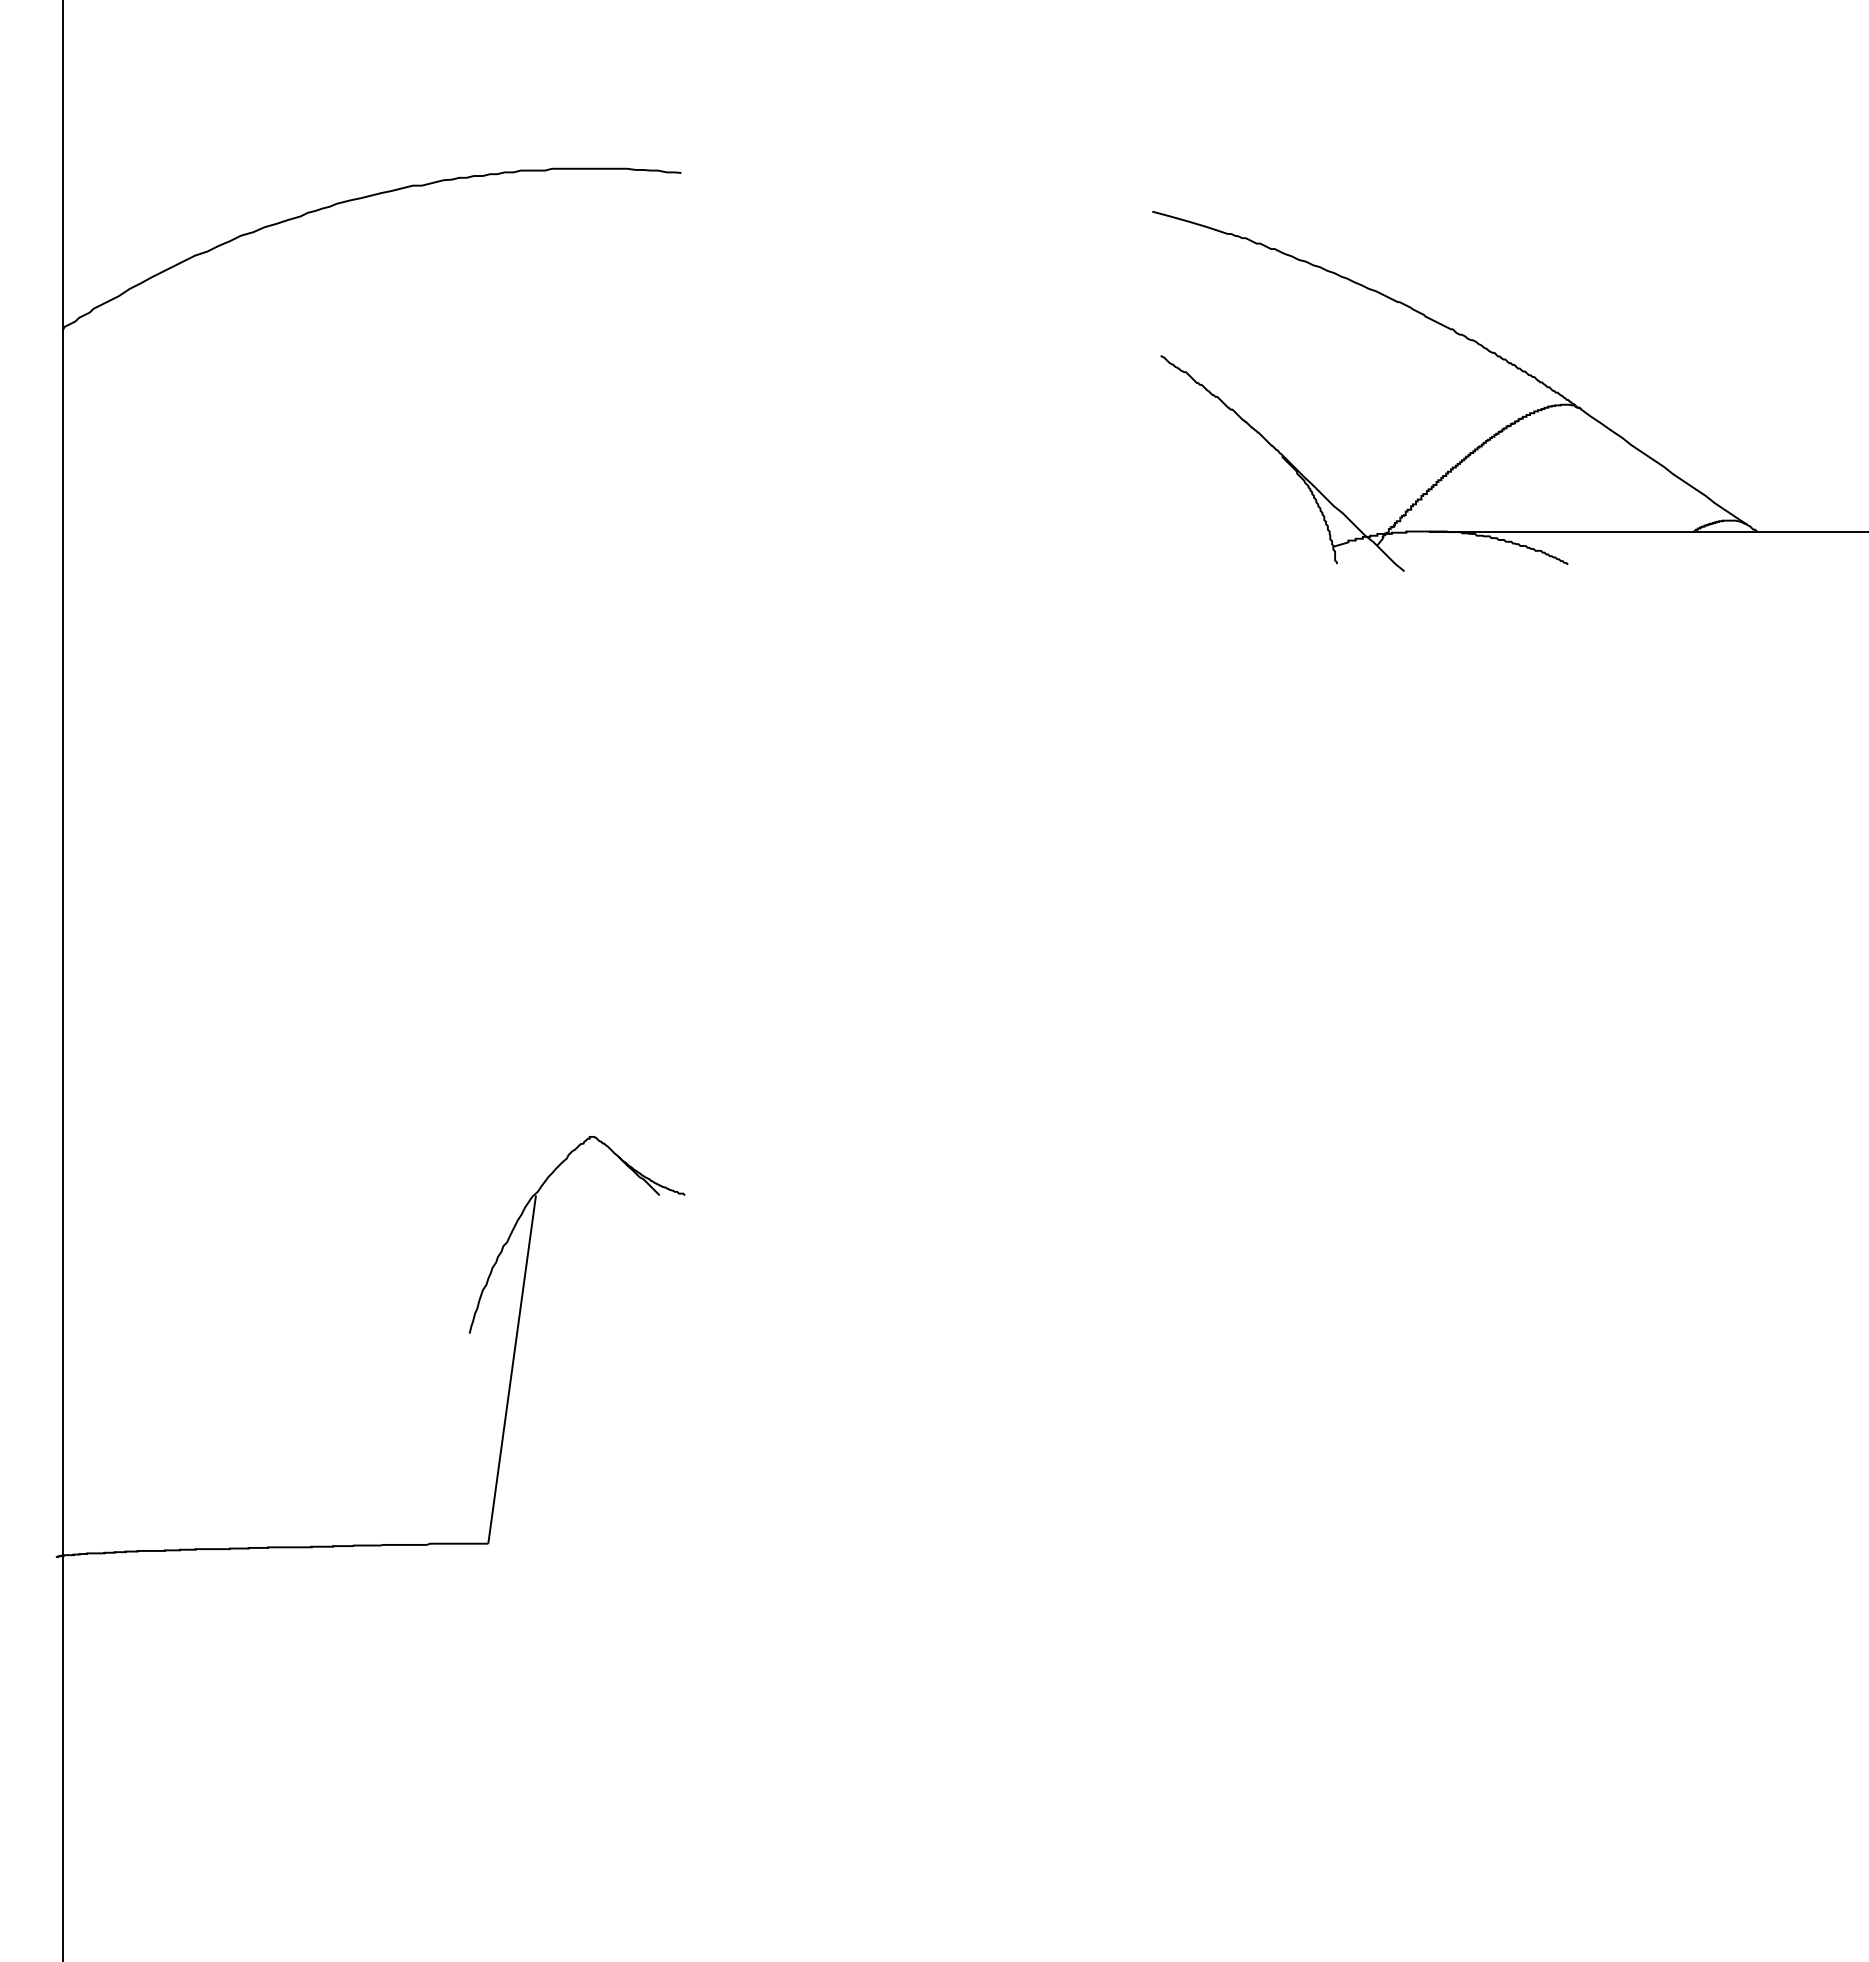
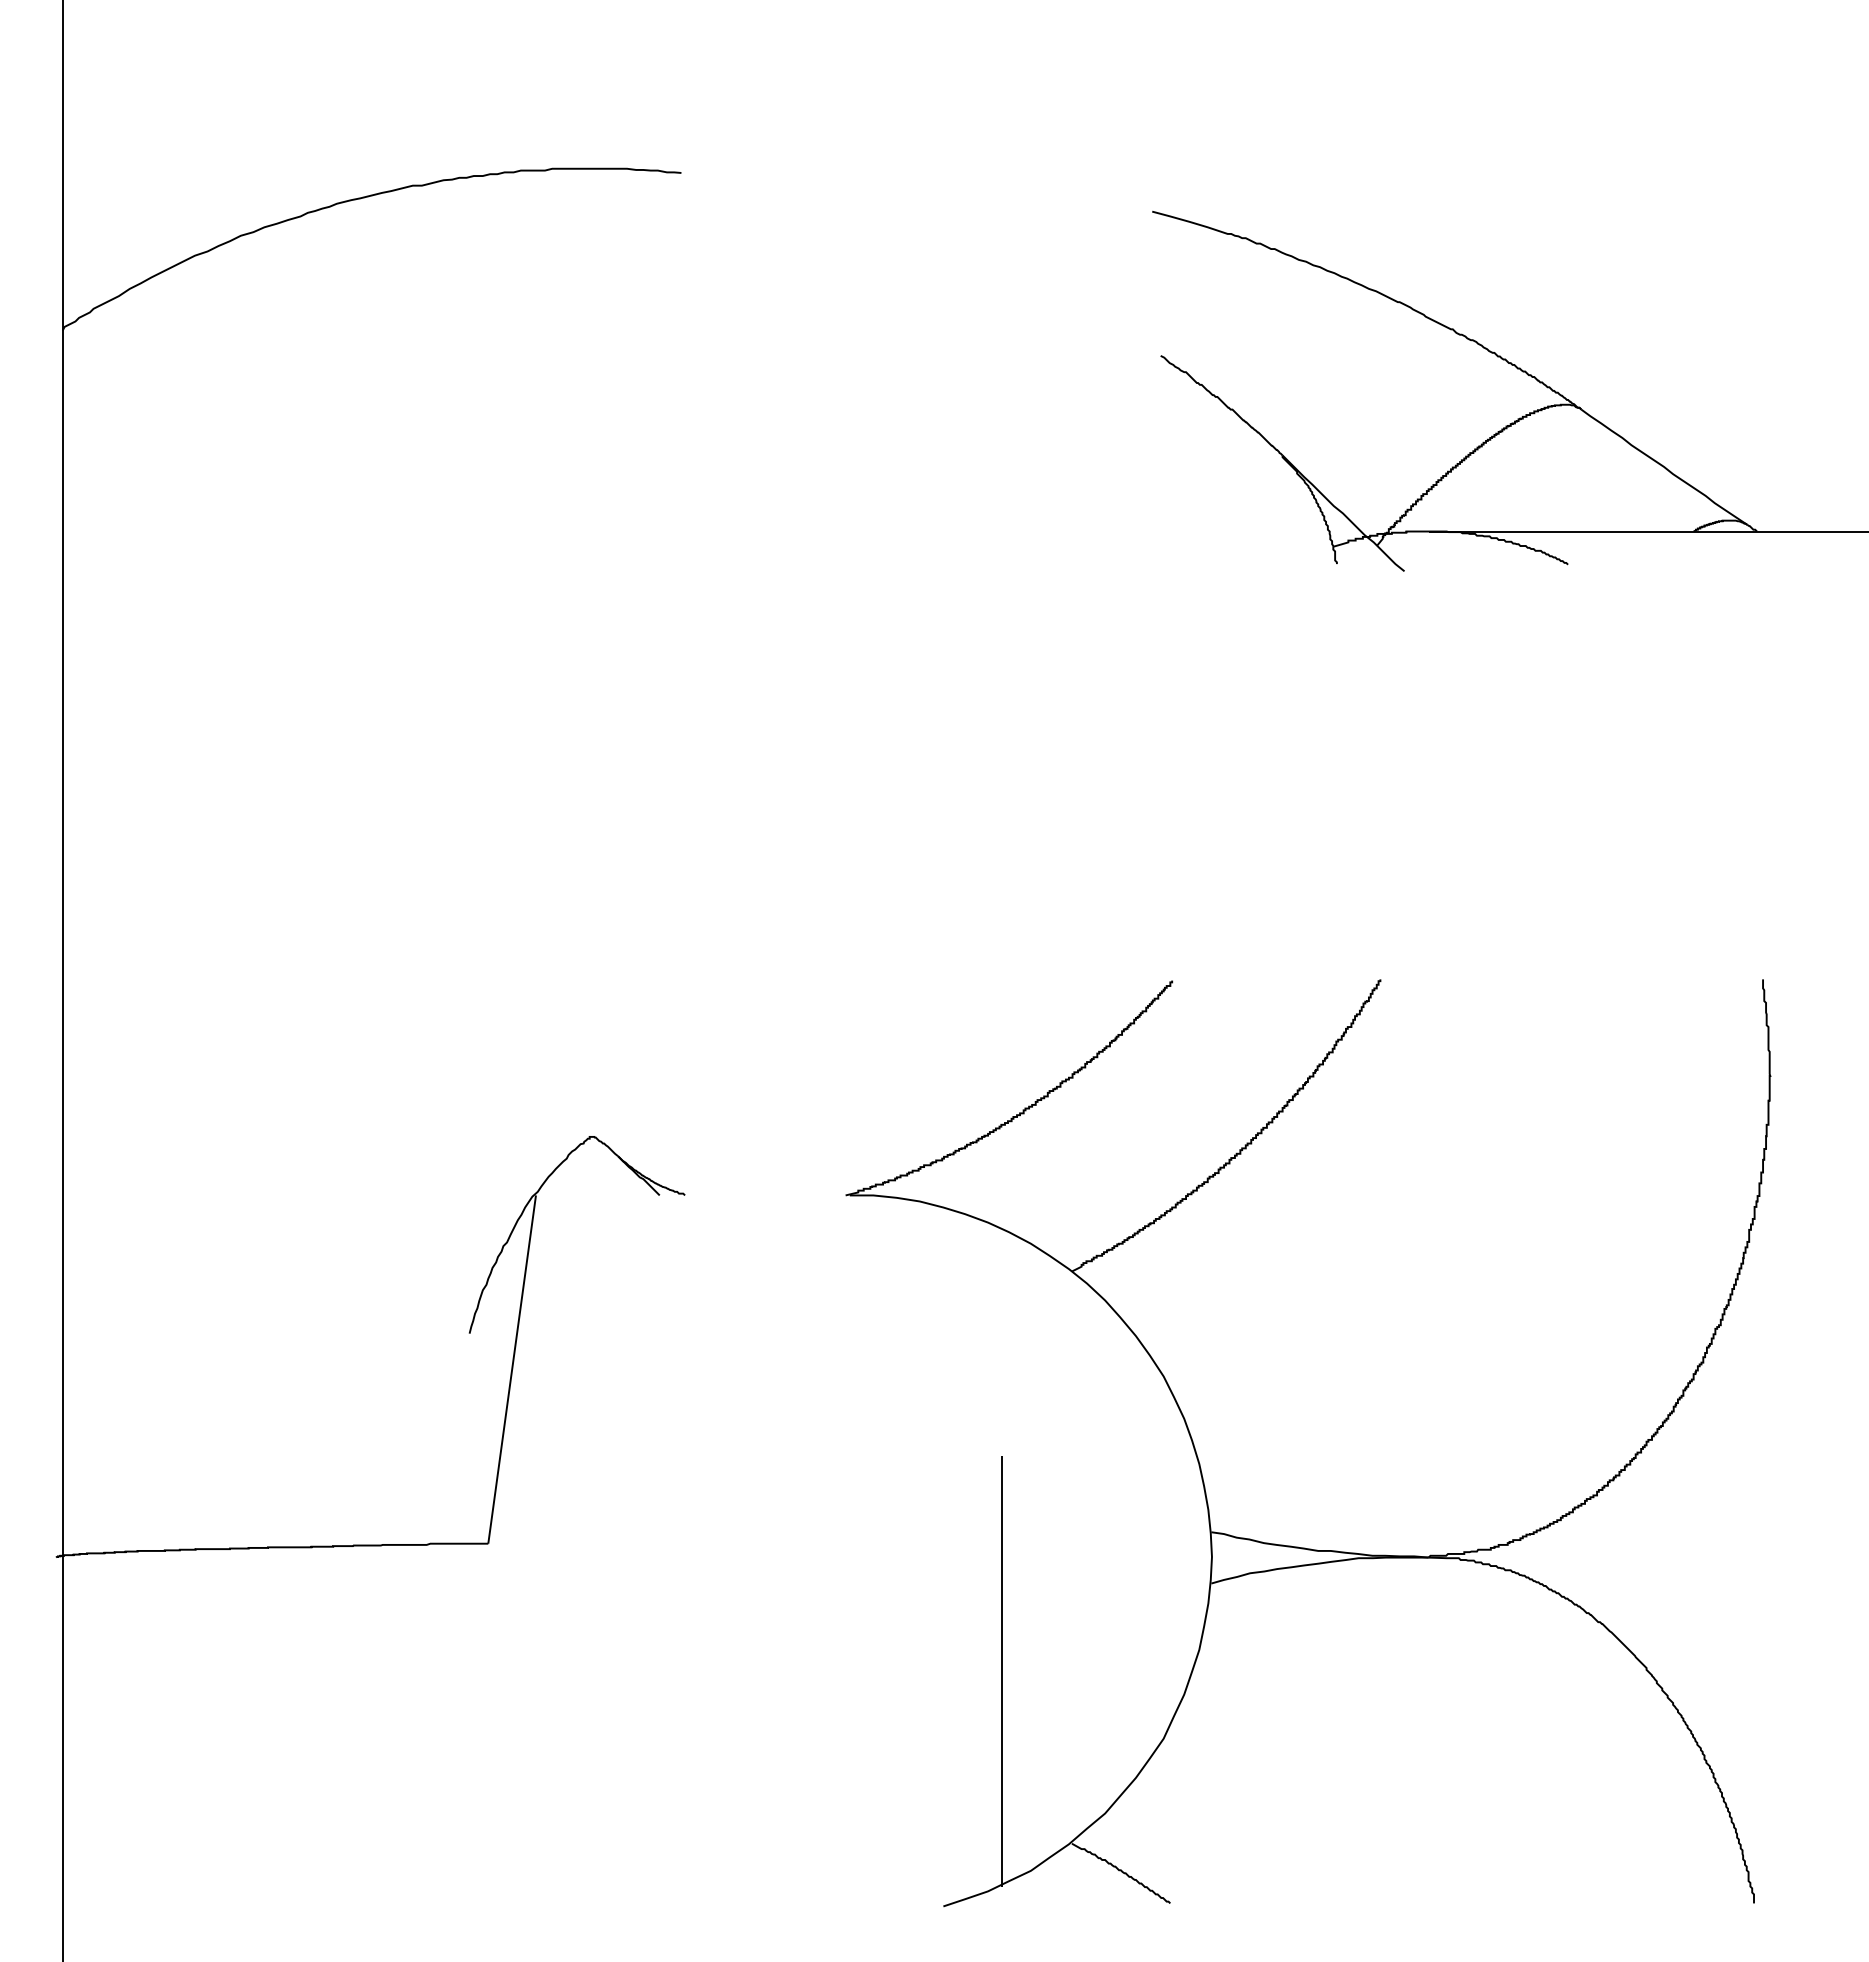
part at (1291, 1545): none -> present
